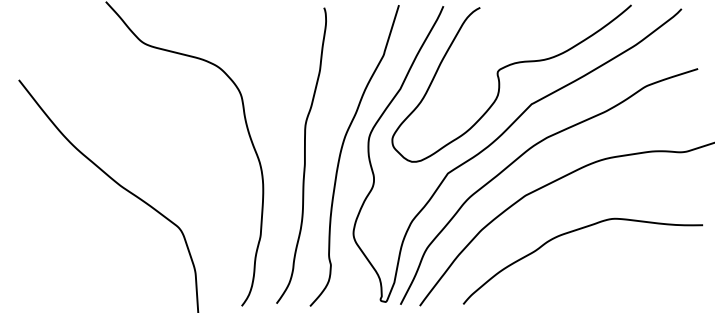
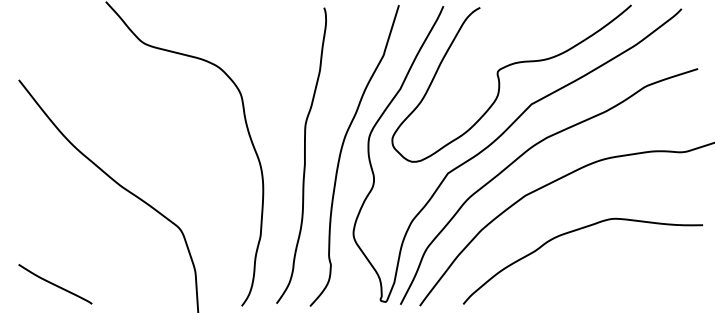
curve at (55, 284): none -> present
